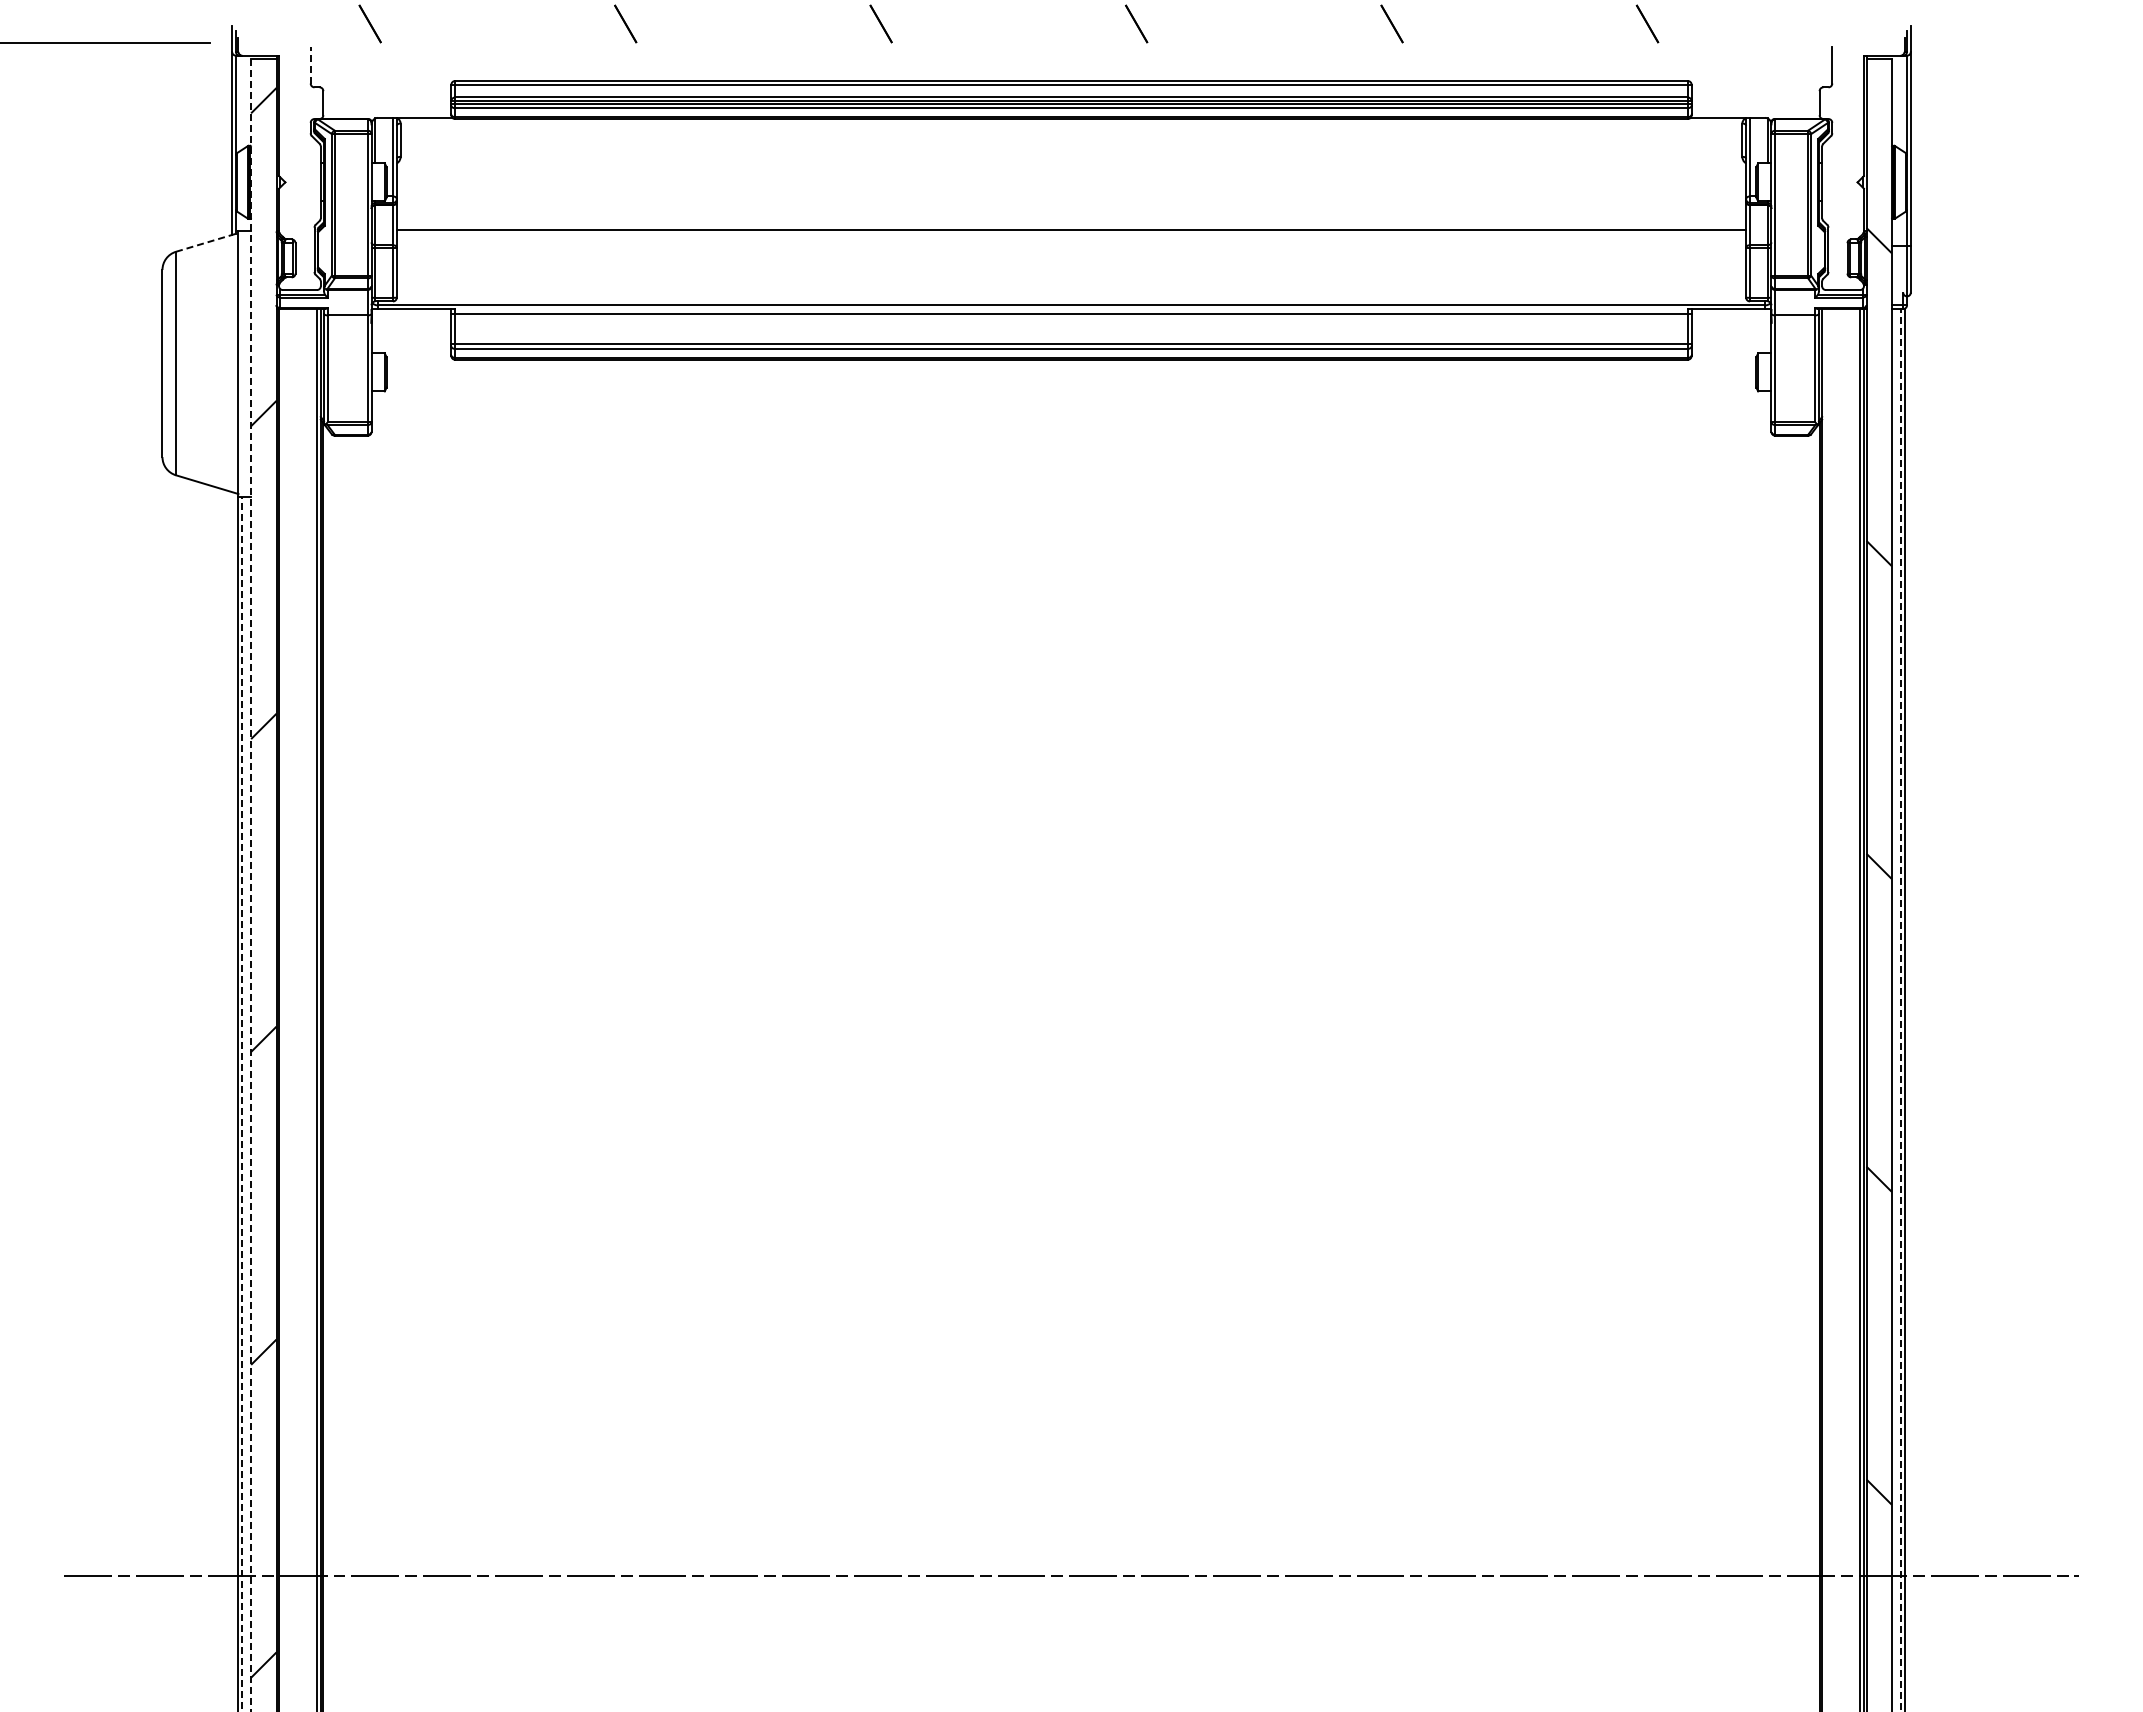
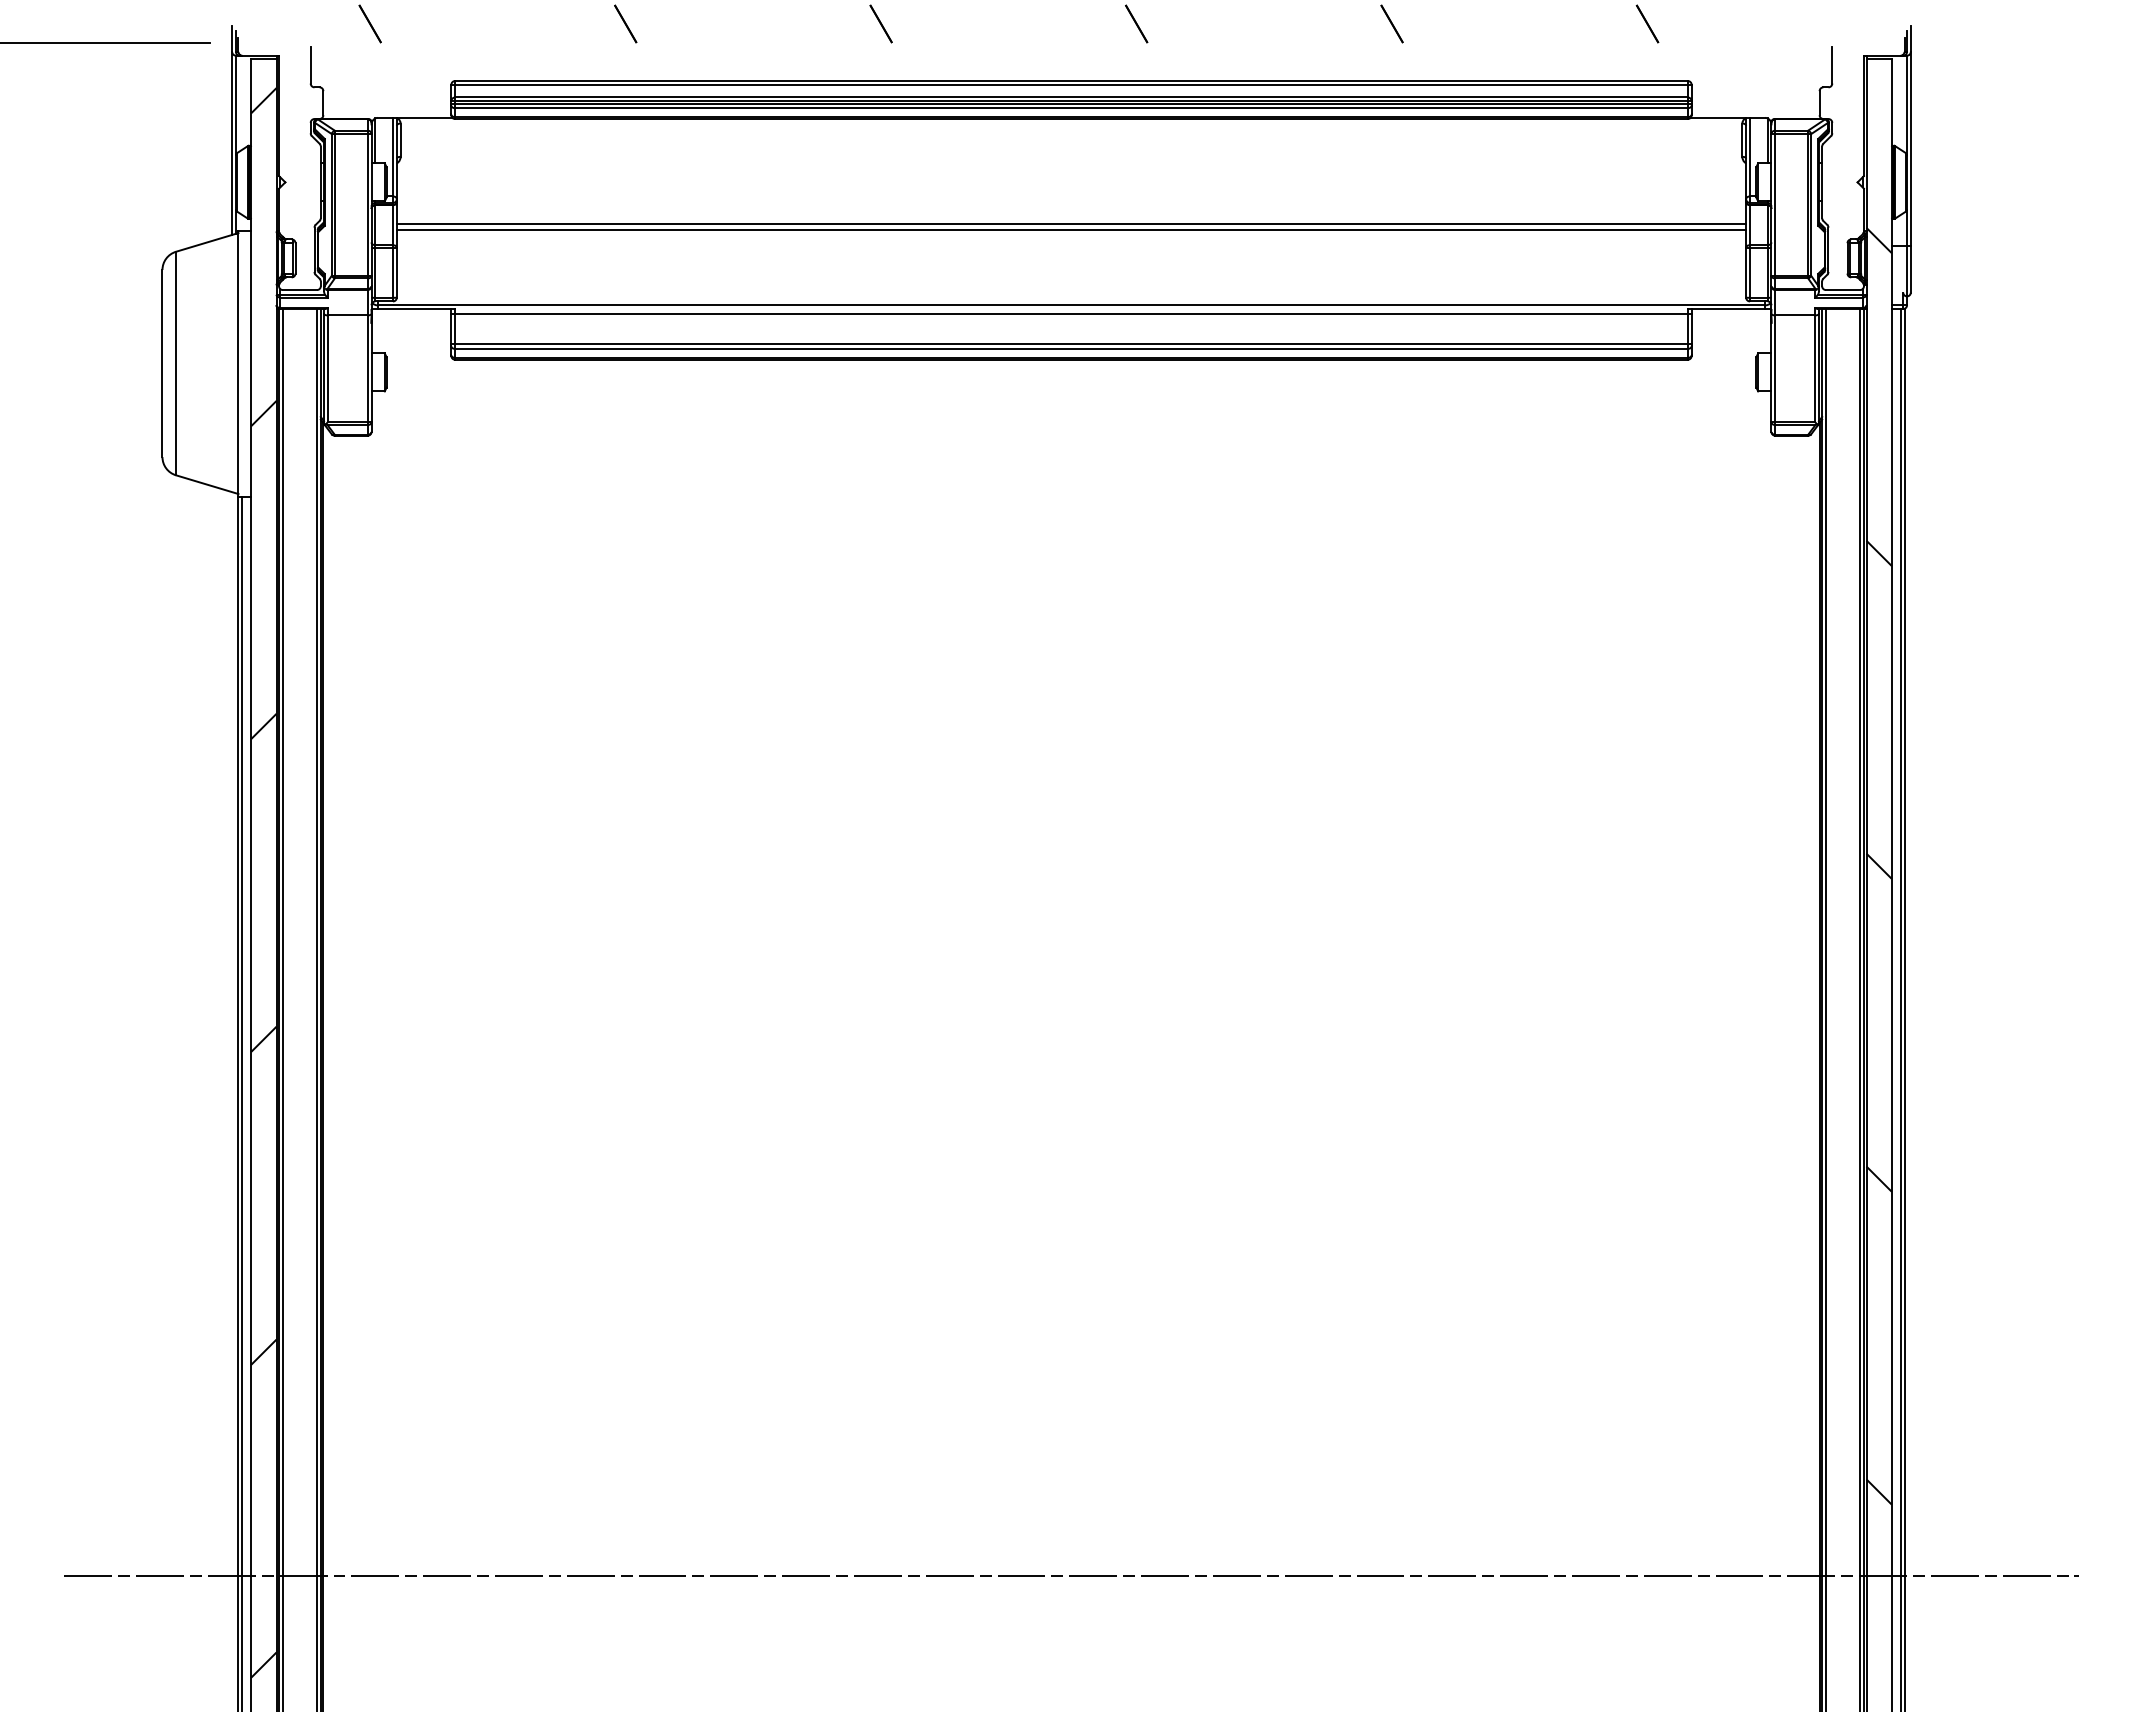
line at (310, 64): dashed -> solid
line at (1071, 224): none -> present
line at (207, 242): dashed -> solid
line at (251, 886): dashed -> solid
line at (282, 1008): none -> present
line at (1825, 1008): none -> present
line at (1900, 1010): dashed -> solid
line at (242, 1103): dashed -> solid
